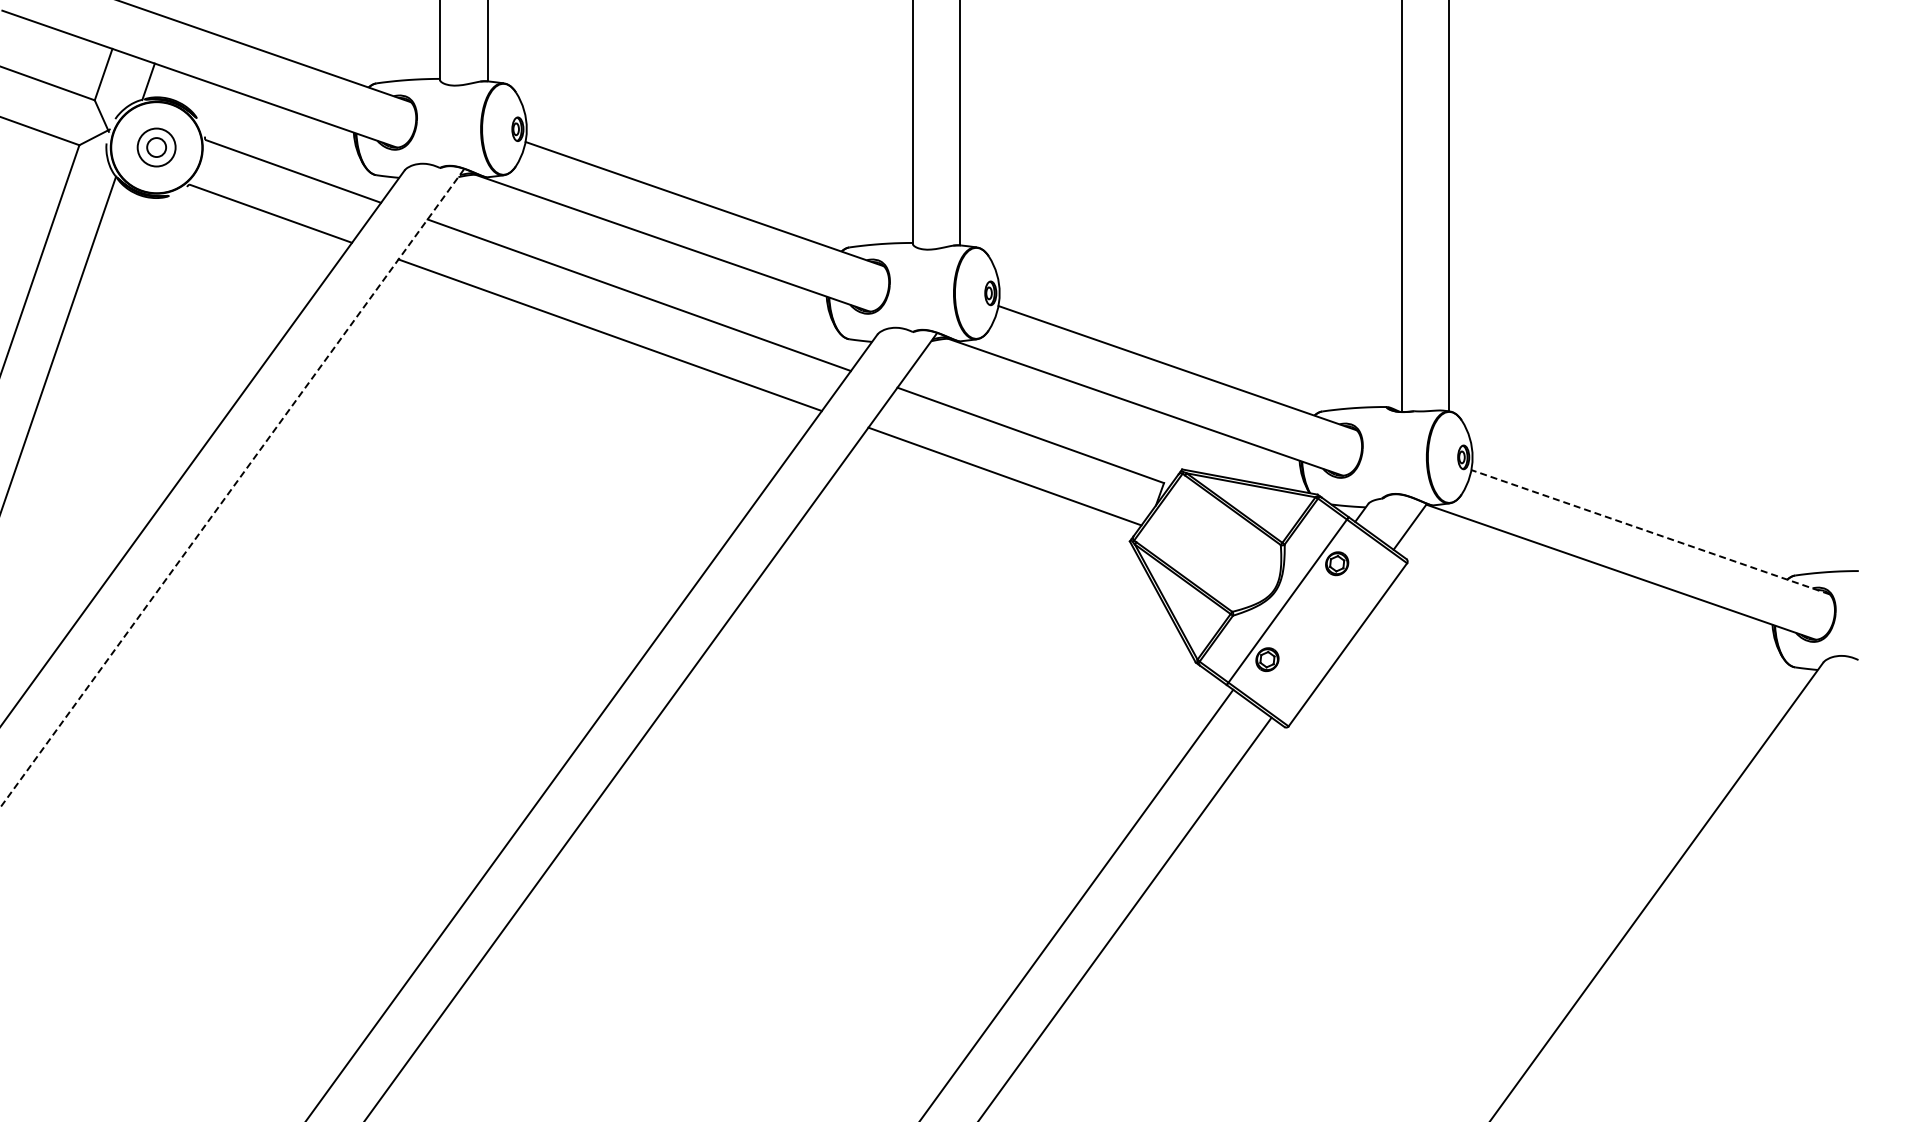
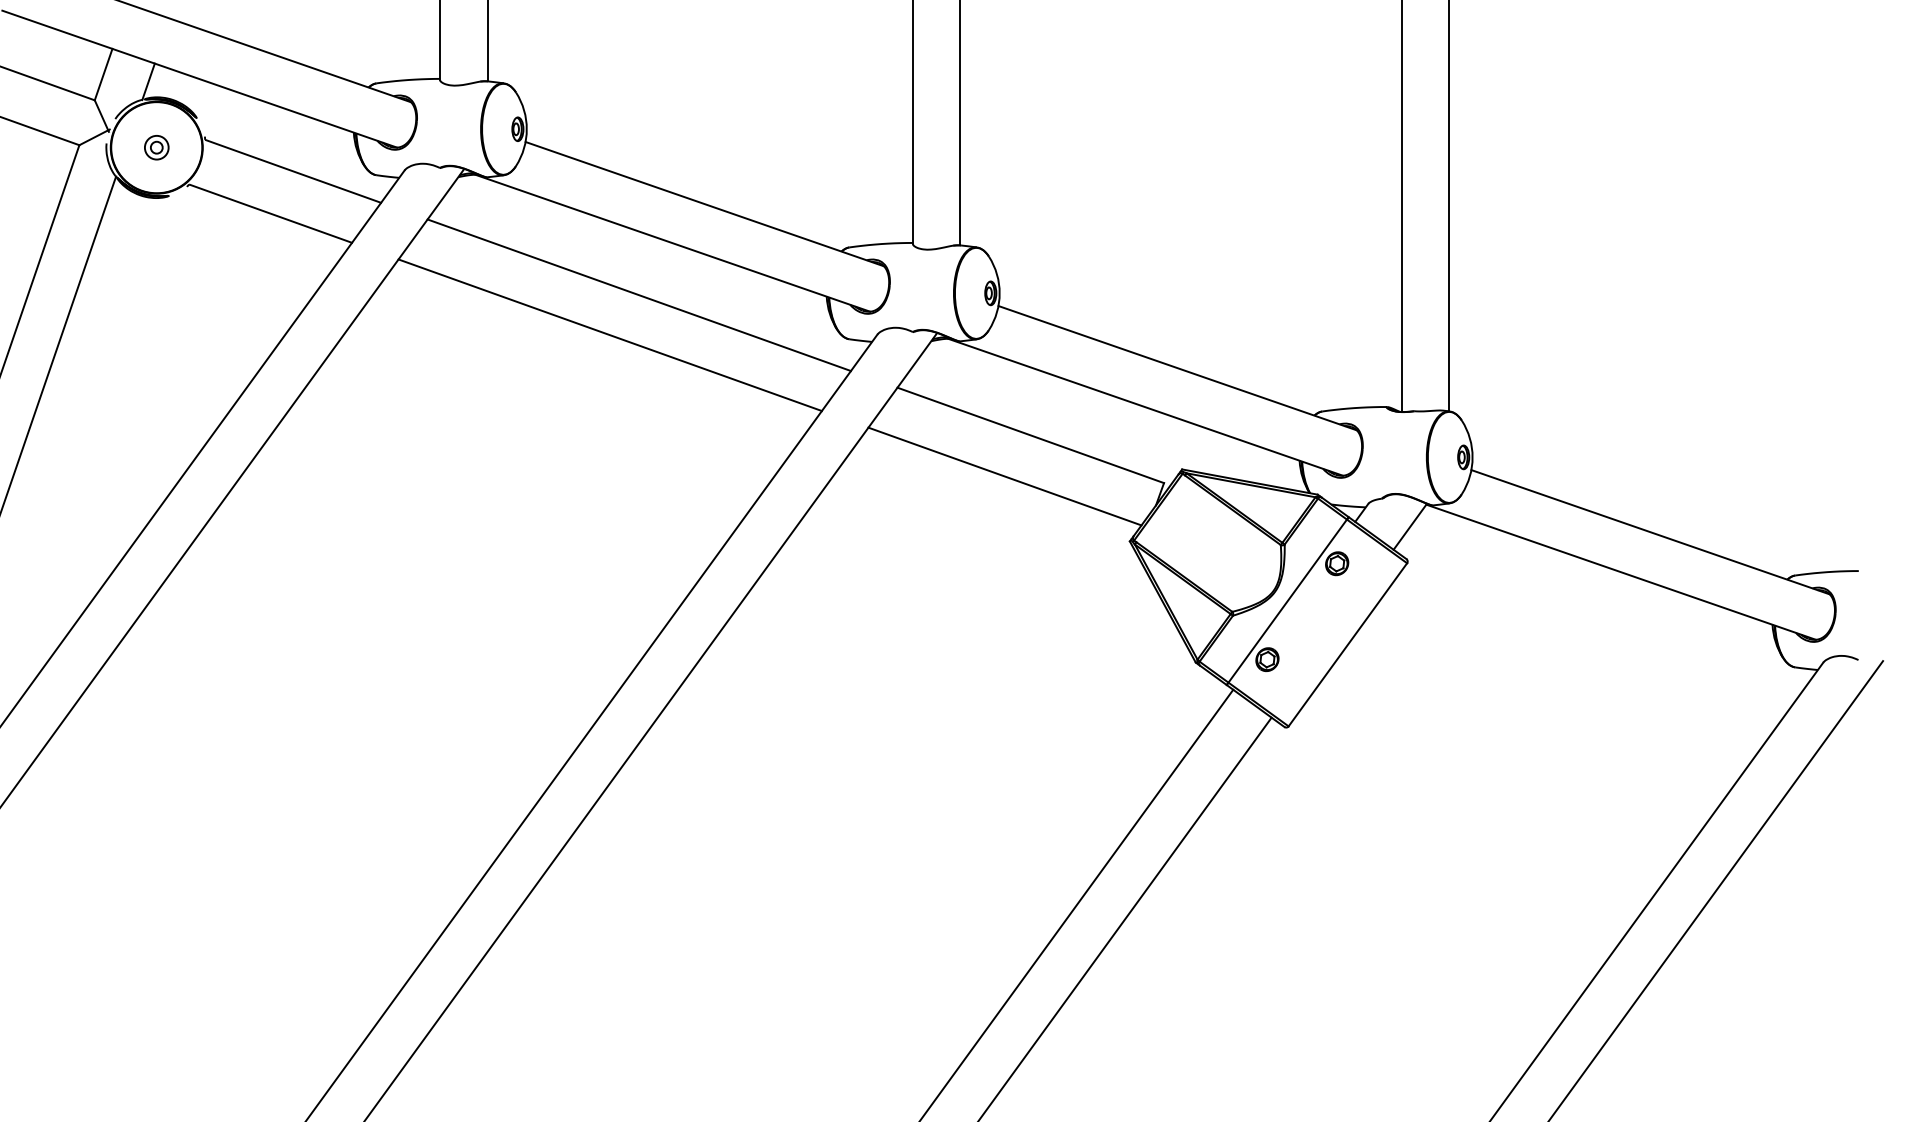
part at (156, 147) size: 41x41 px -> 26x26 px
line at (232, 488): dashed -> solid
line at (1650, 532): dashed -> solid
line at (1716, 889): none -> present
